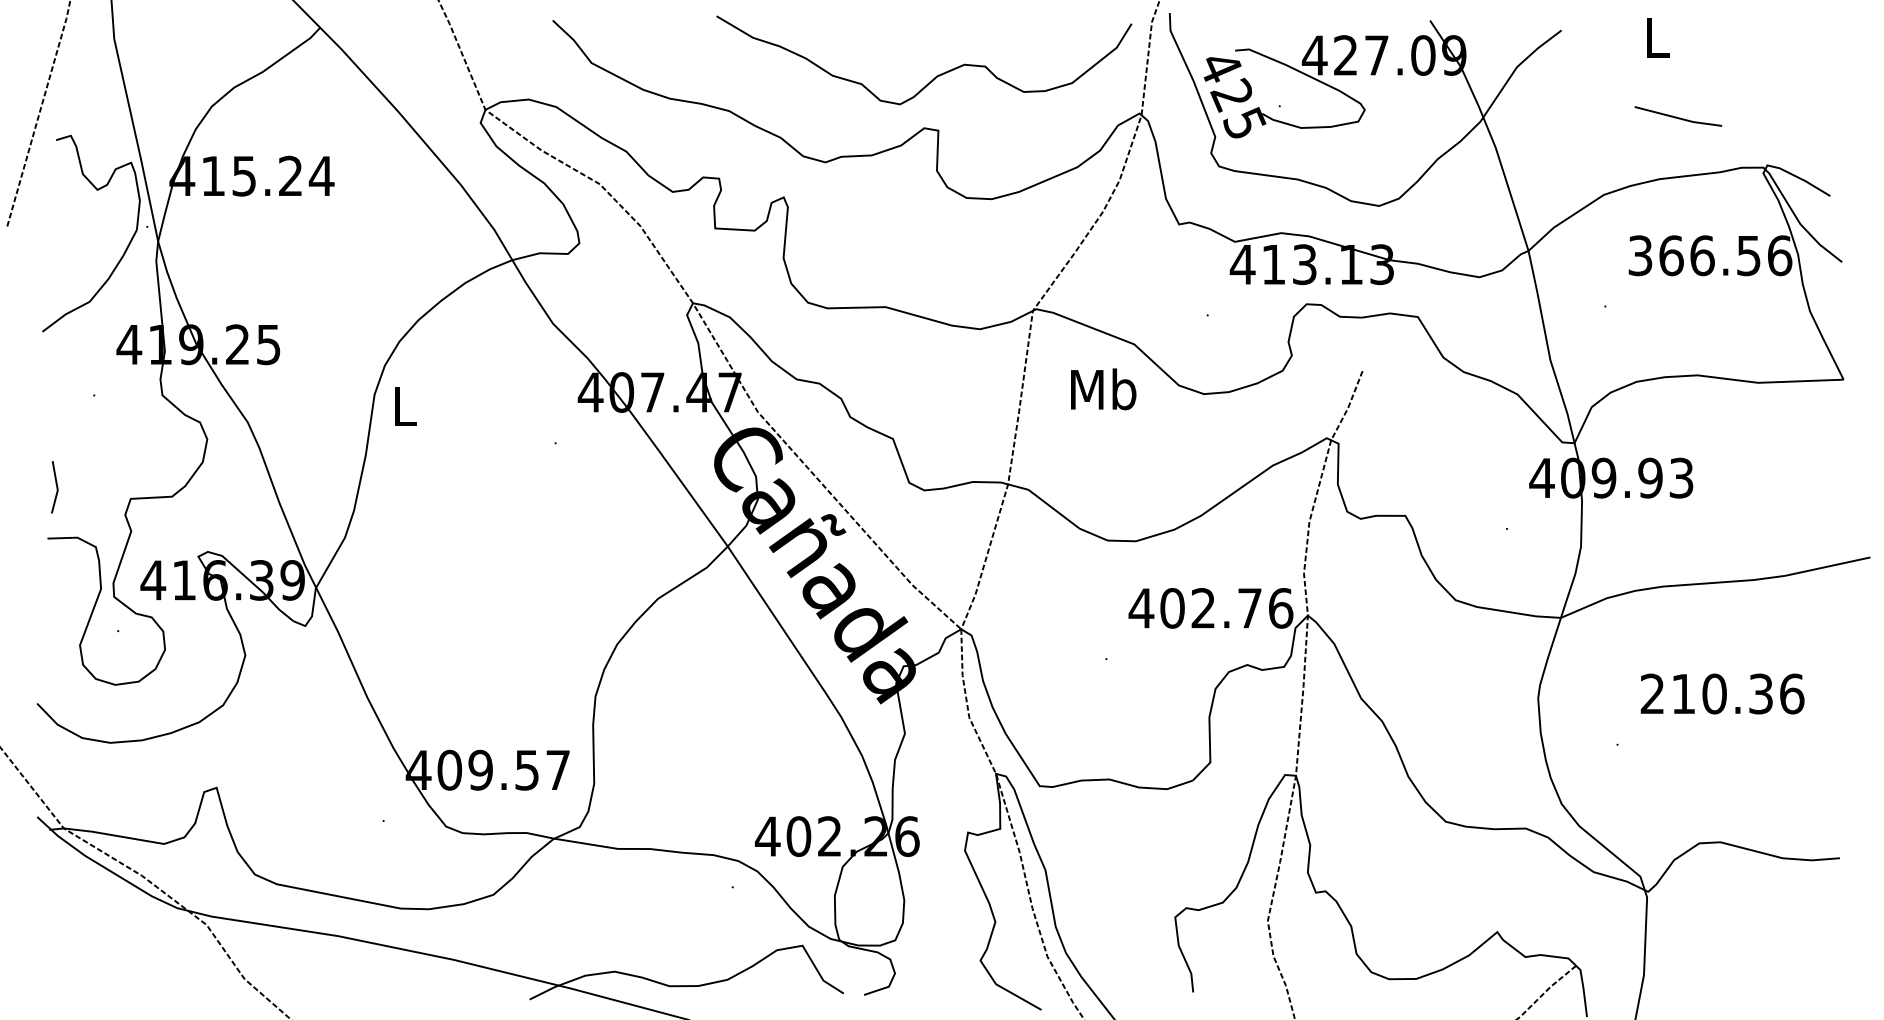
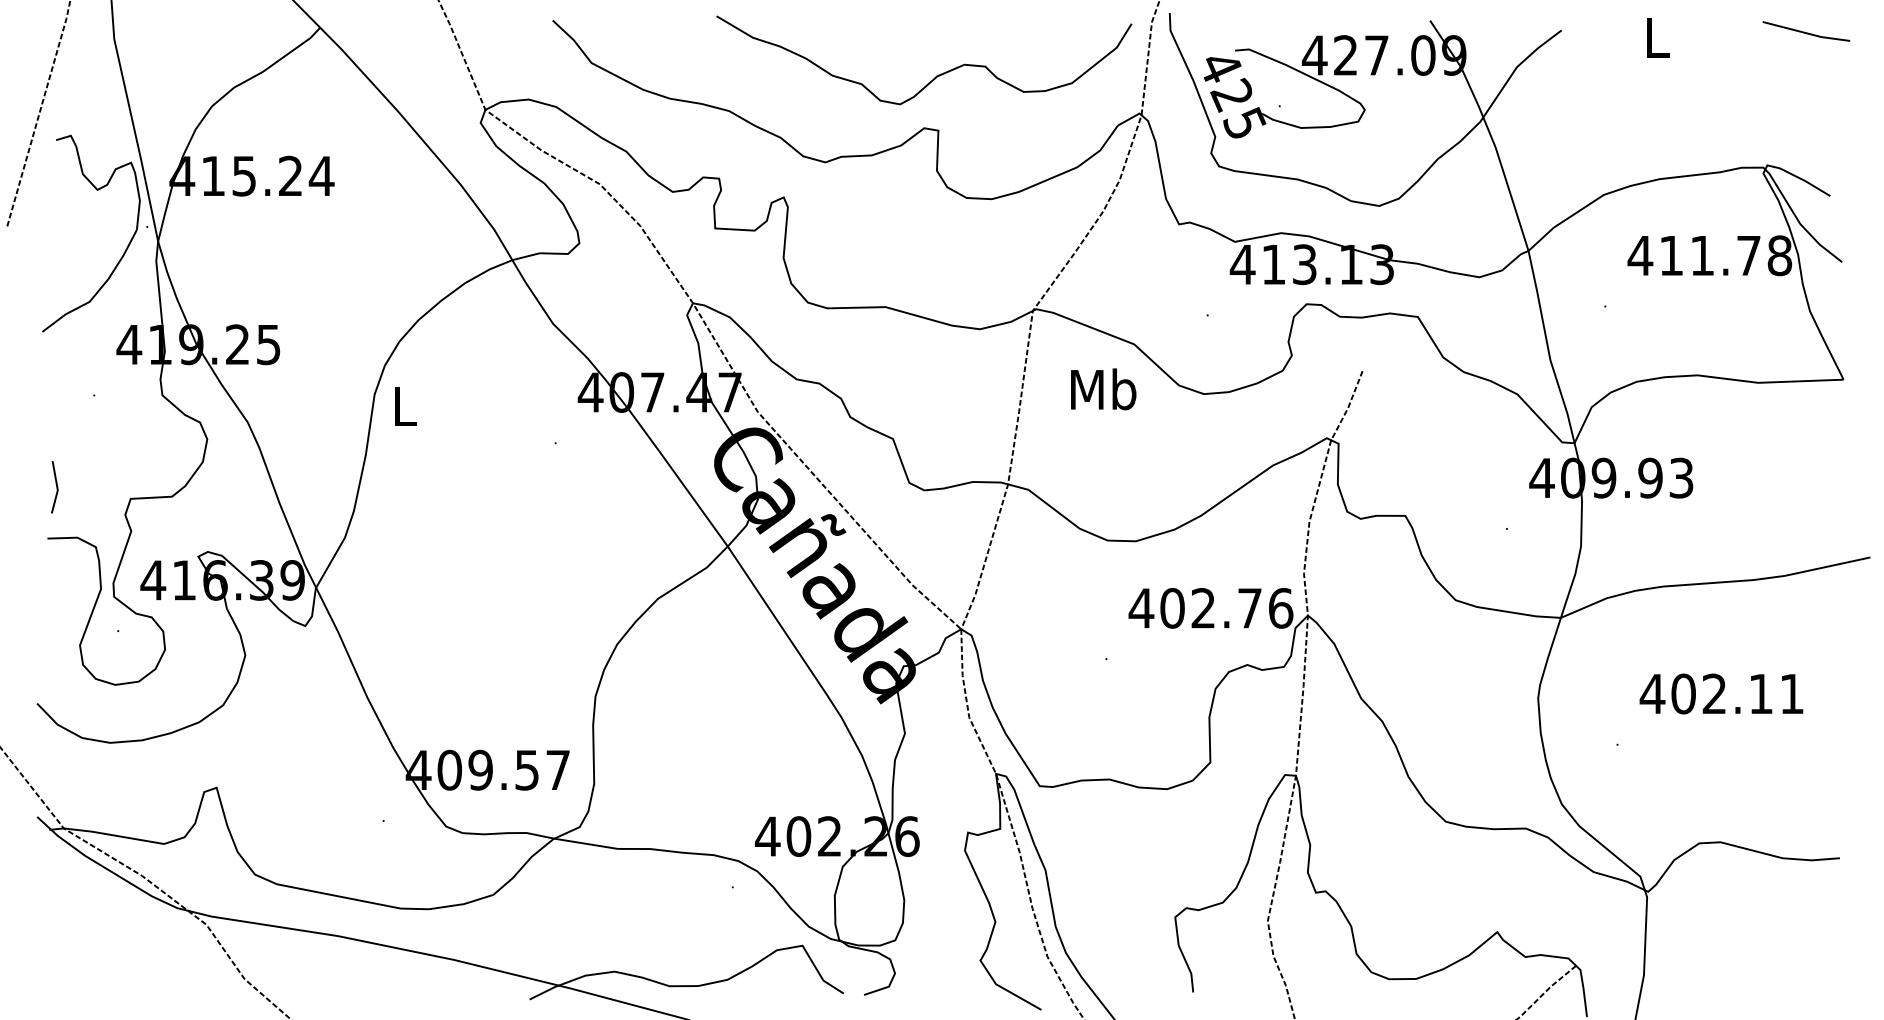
line at (1678, 117) position: (1678, 117) -> (1806, 32)
text at (1709, 255): 366.56 -> 411.78
text at (1721, 693): 210.36 -> 402.11
